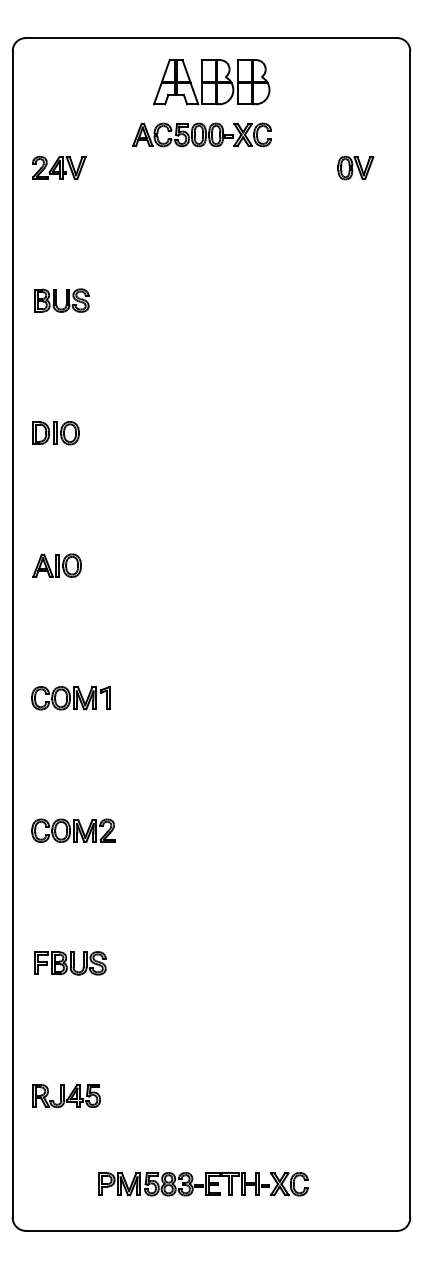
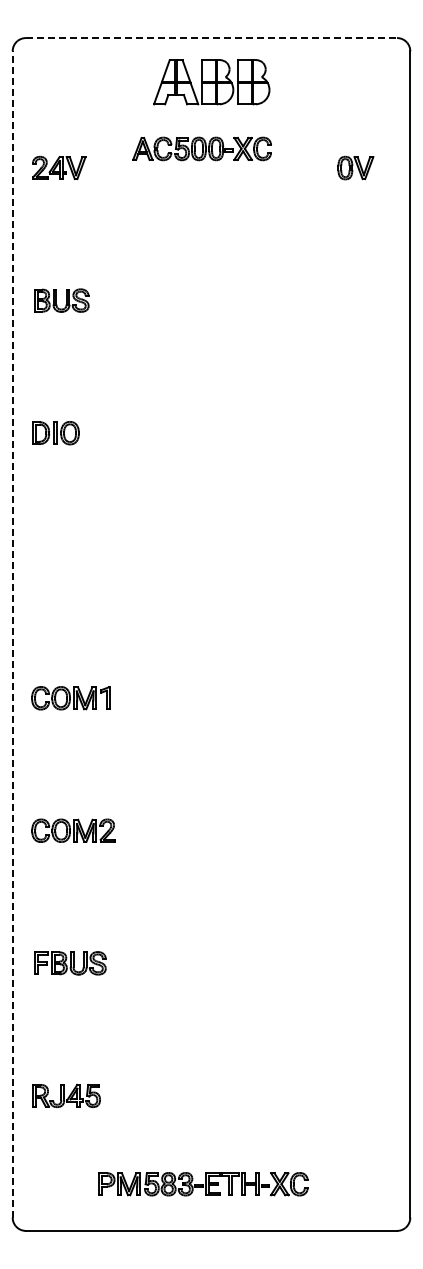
line at (211, 38): solid -> dashed
part at (201, 134) position: (201, 134) -> (201, 148)
part at (56, 565): present -> none
line at (12, 633): solid -> dashed
